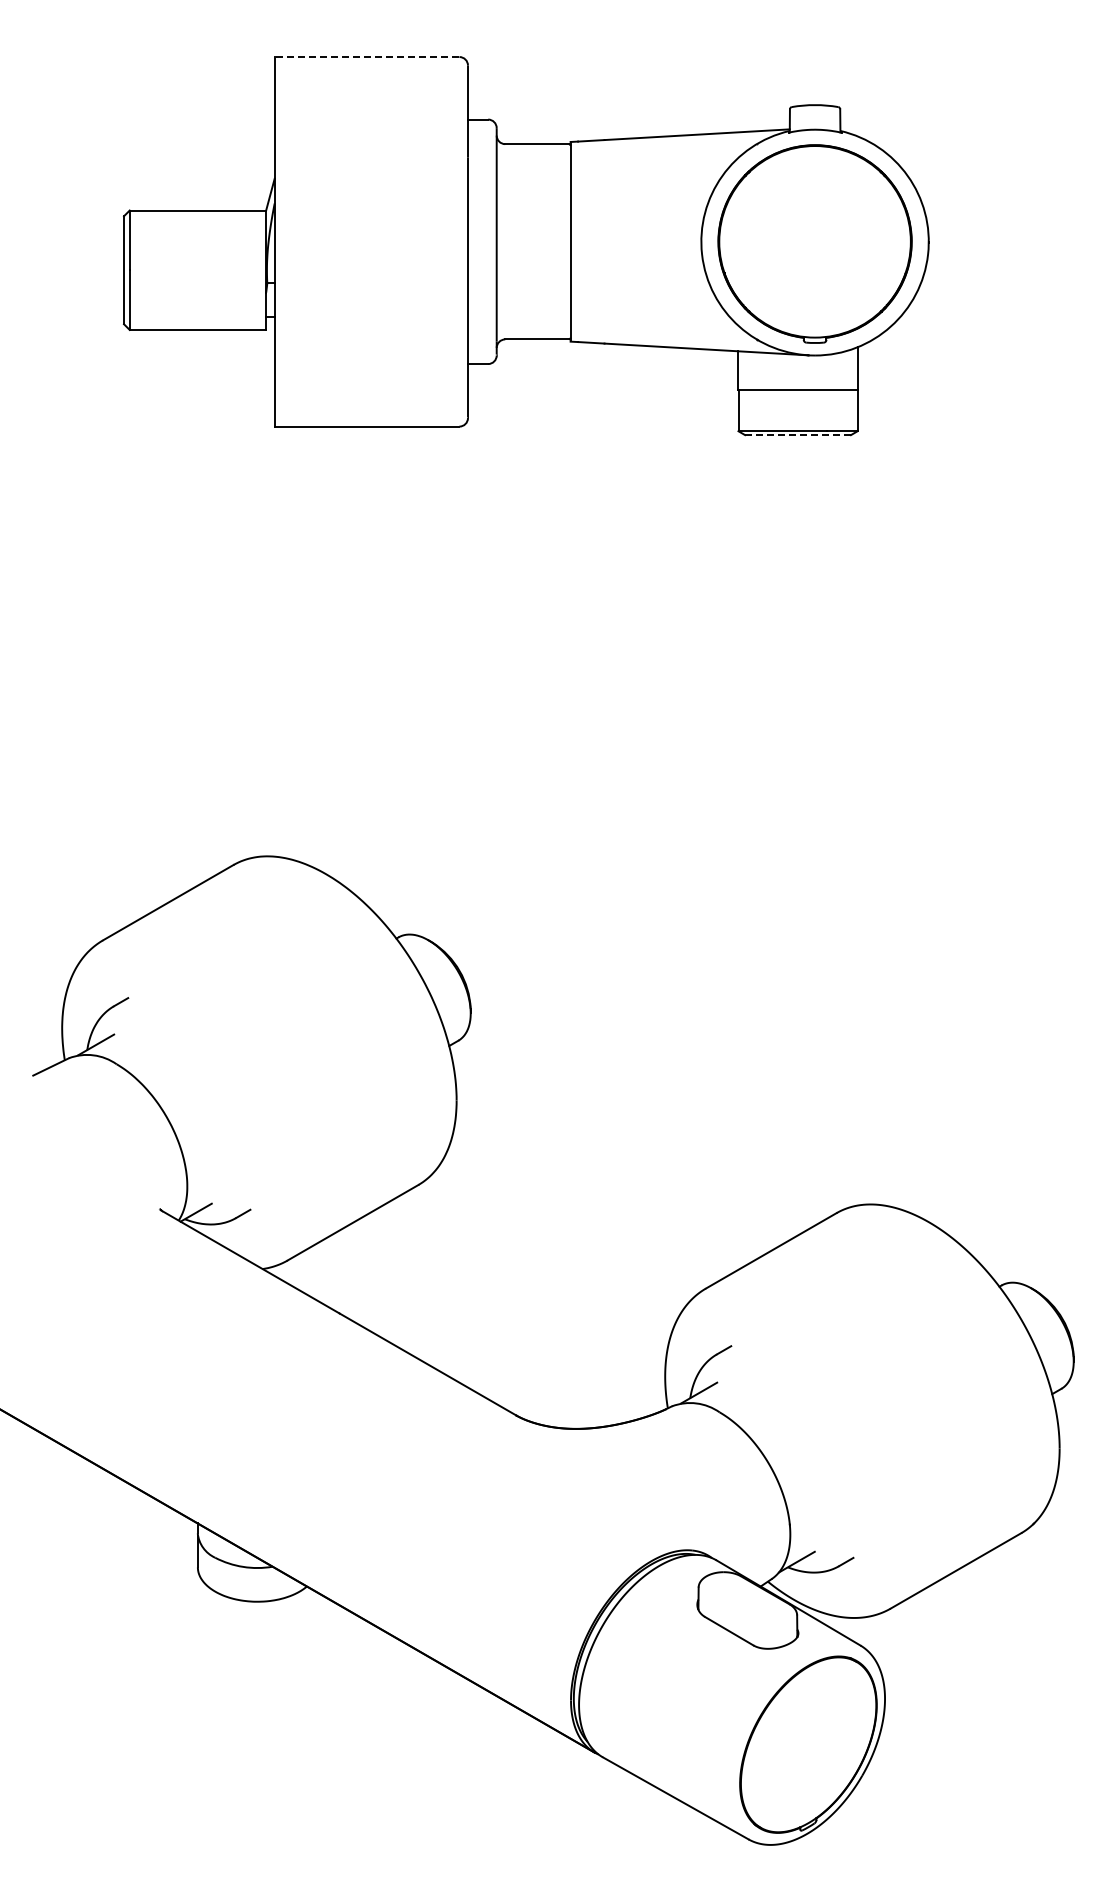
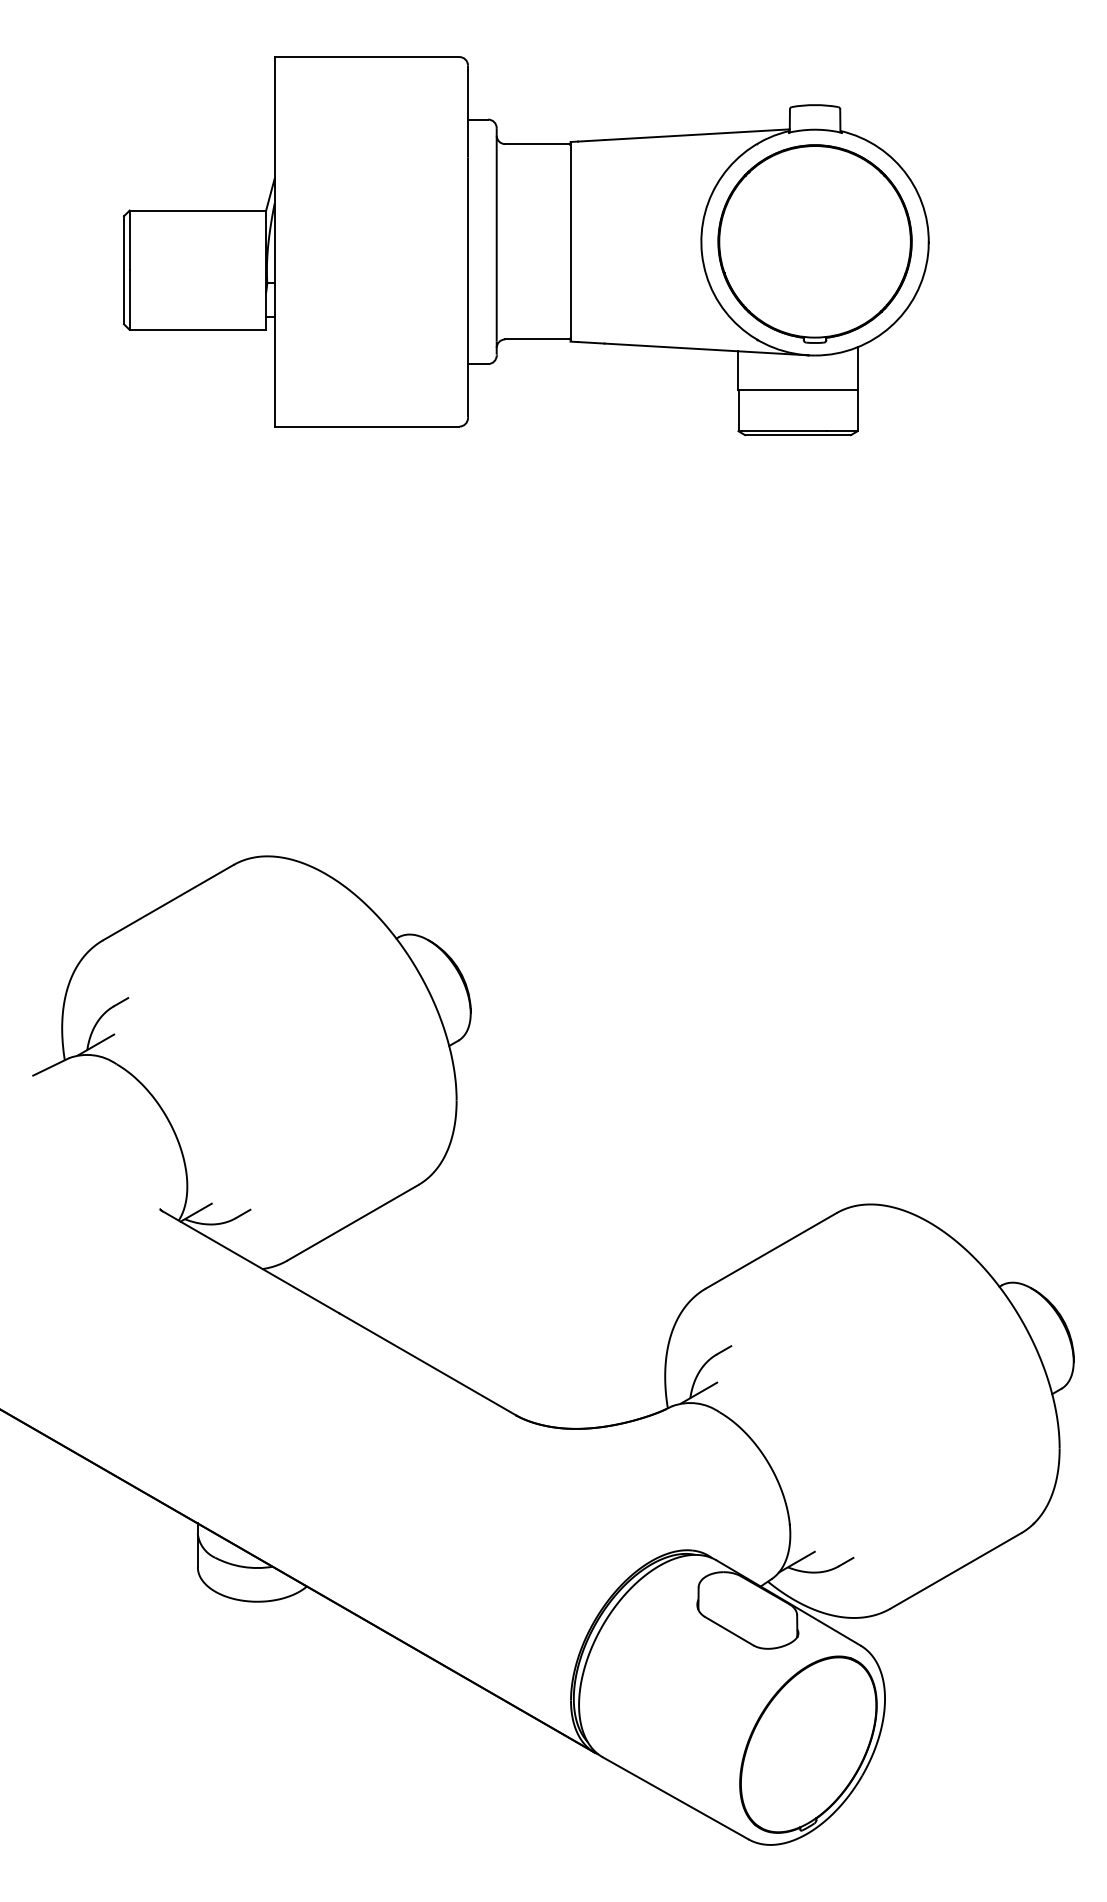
line at (366, 57): dashed -> solid
line at (798, 435): dashed -> solid
